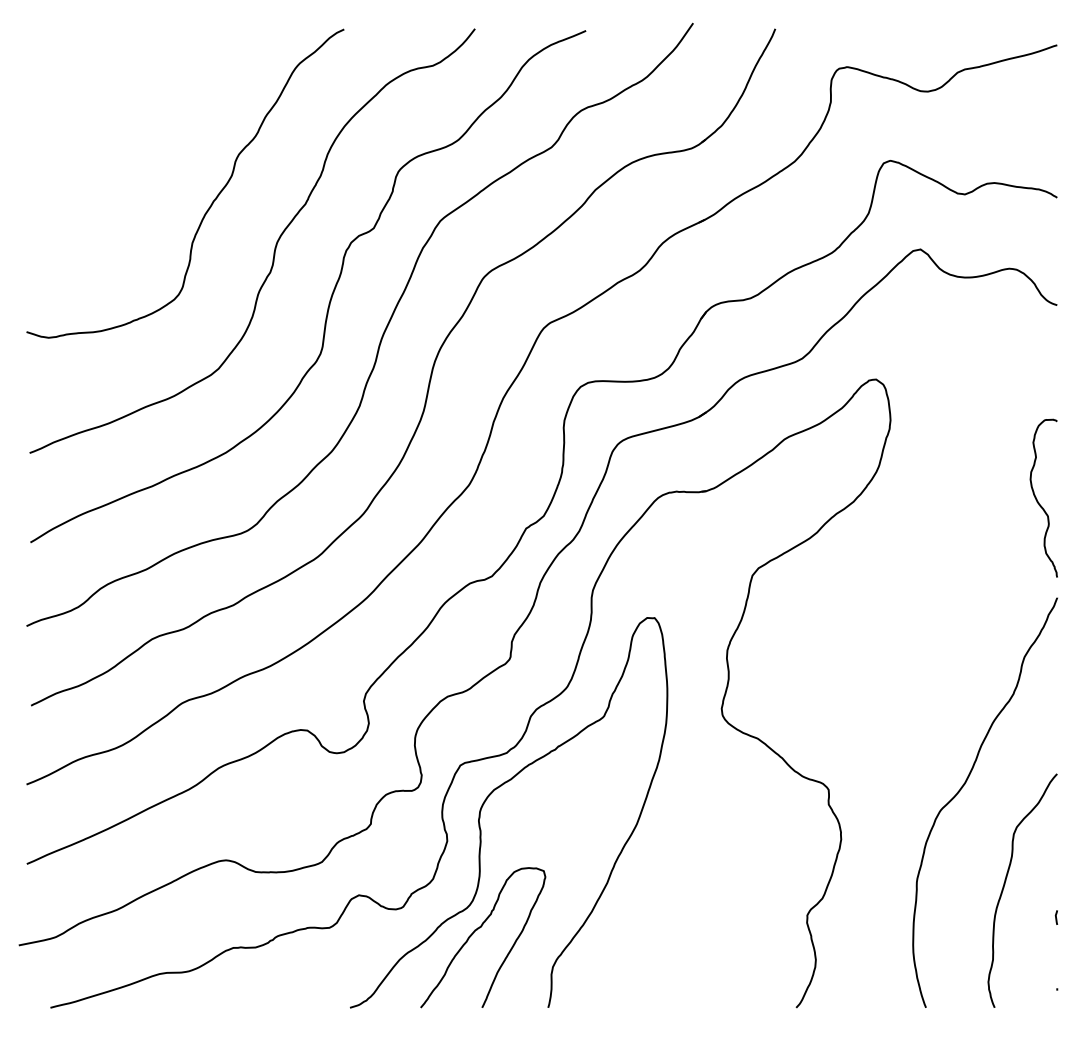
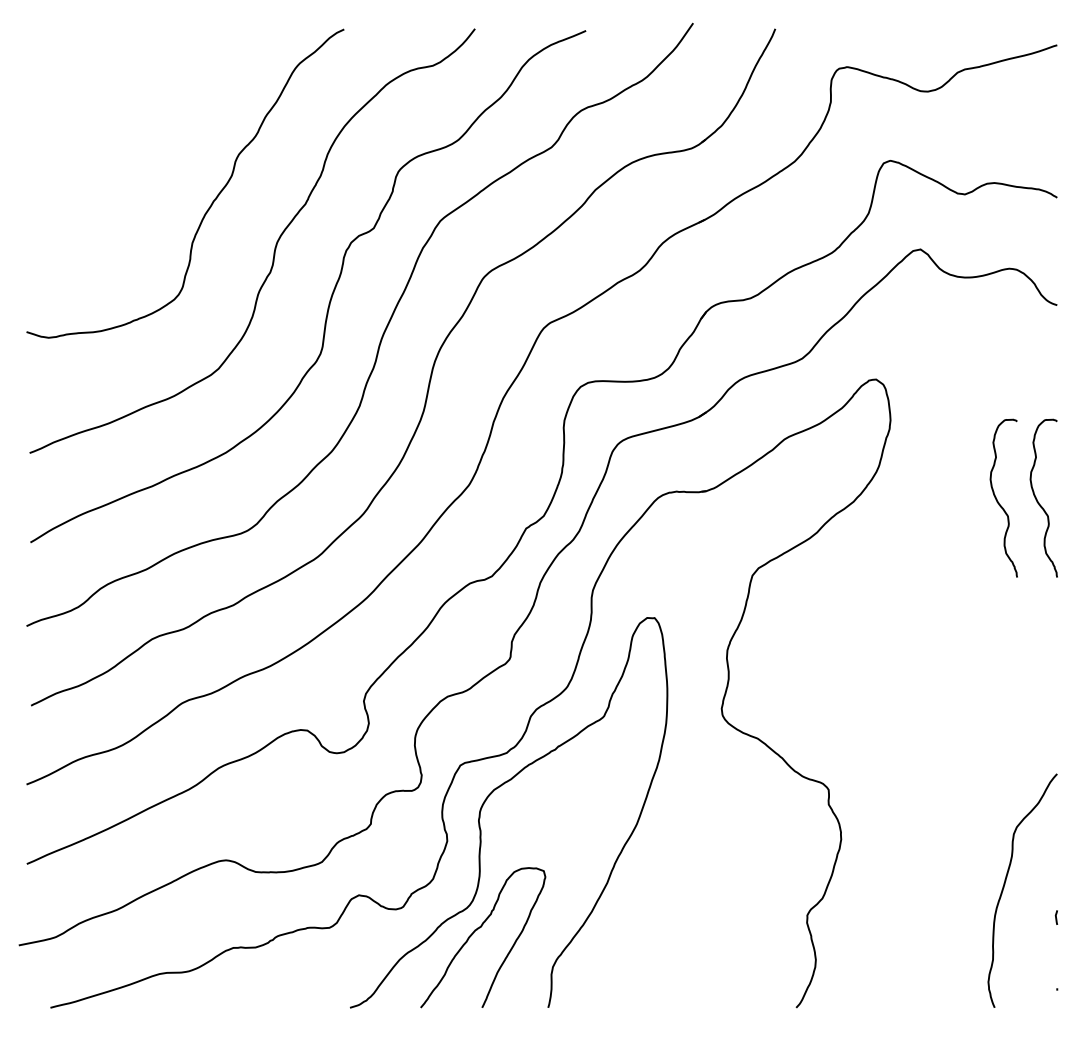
curve at (997, 499): none -> present
curve at (963, 787): present -> none
